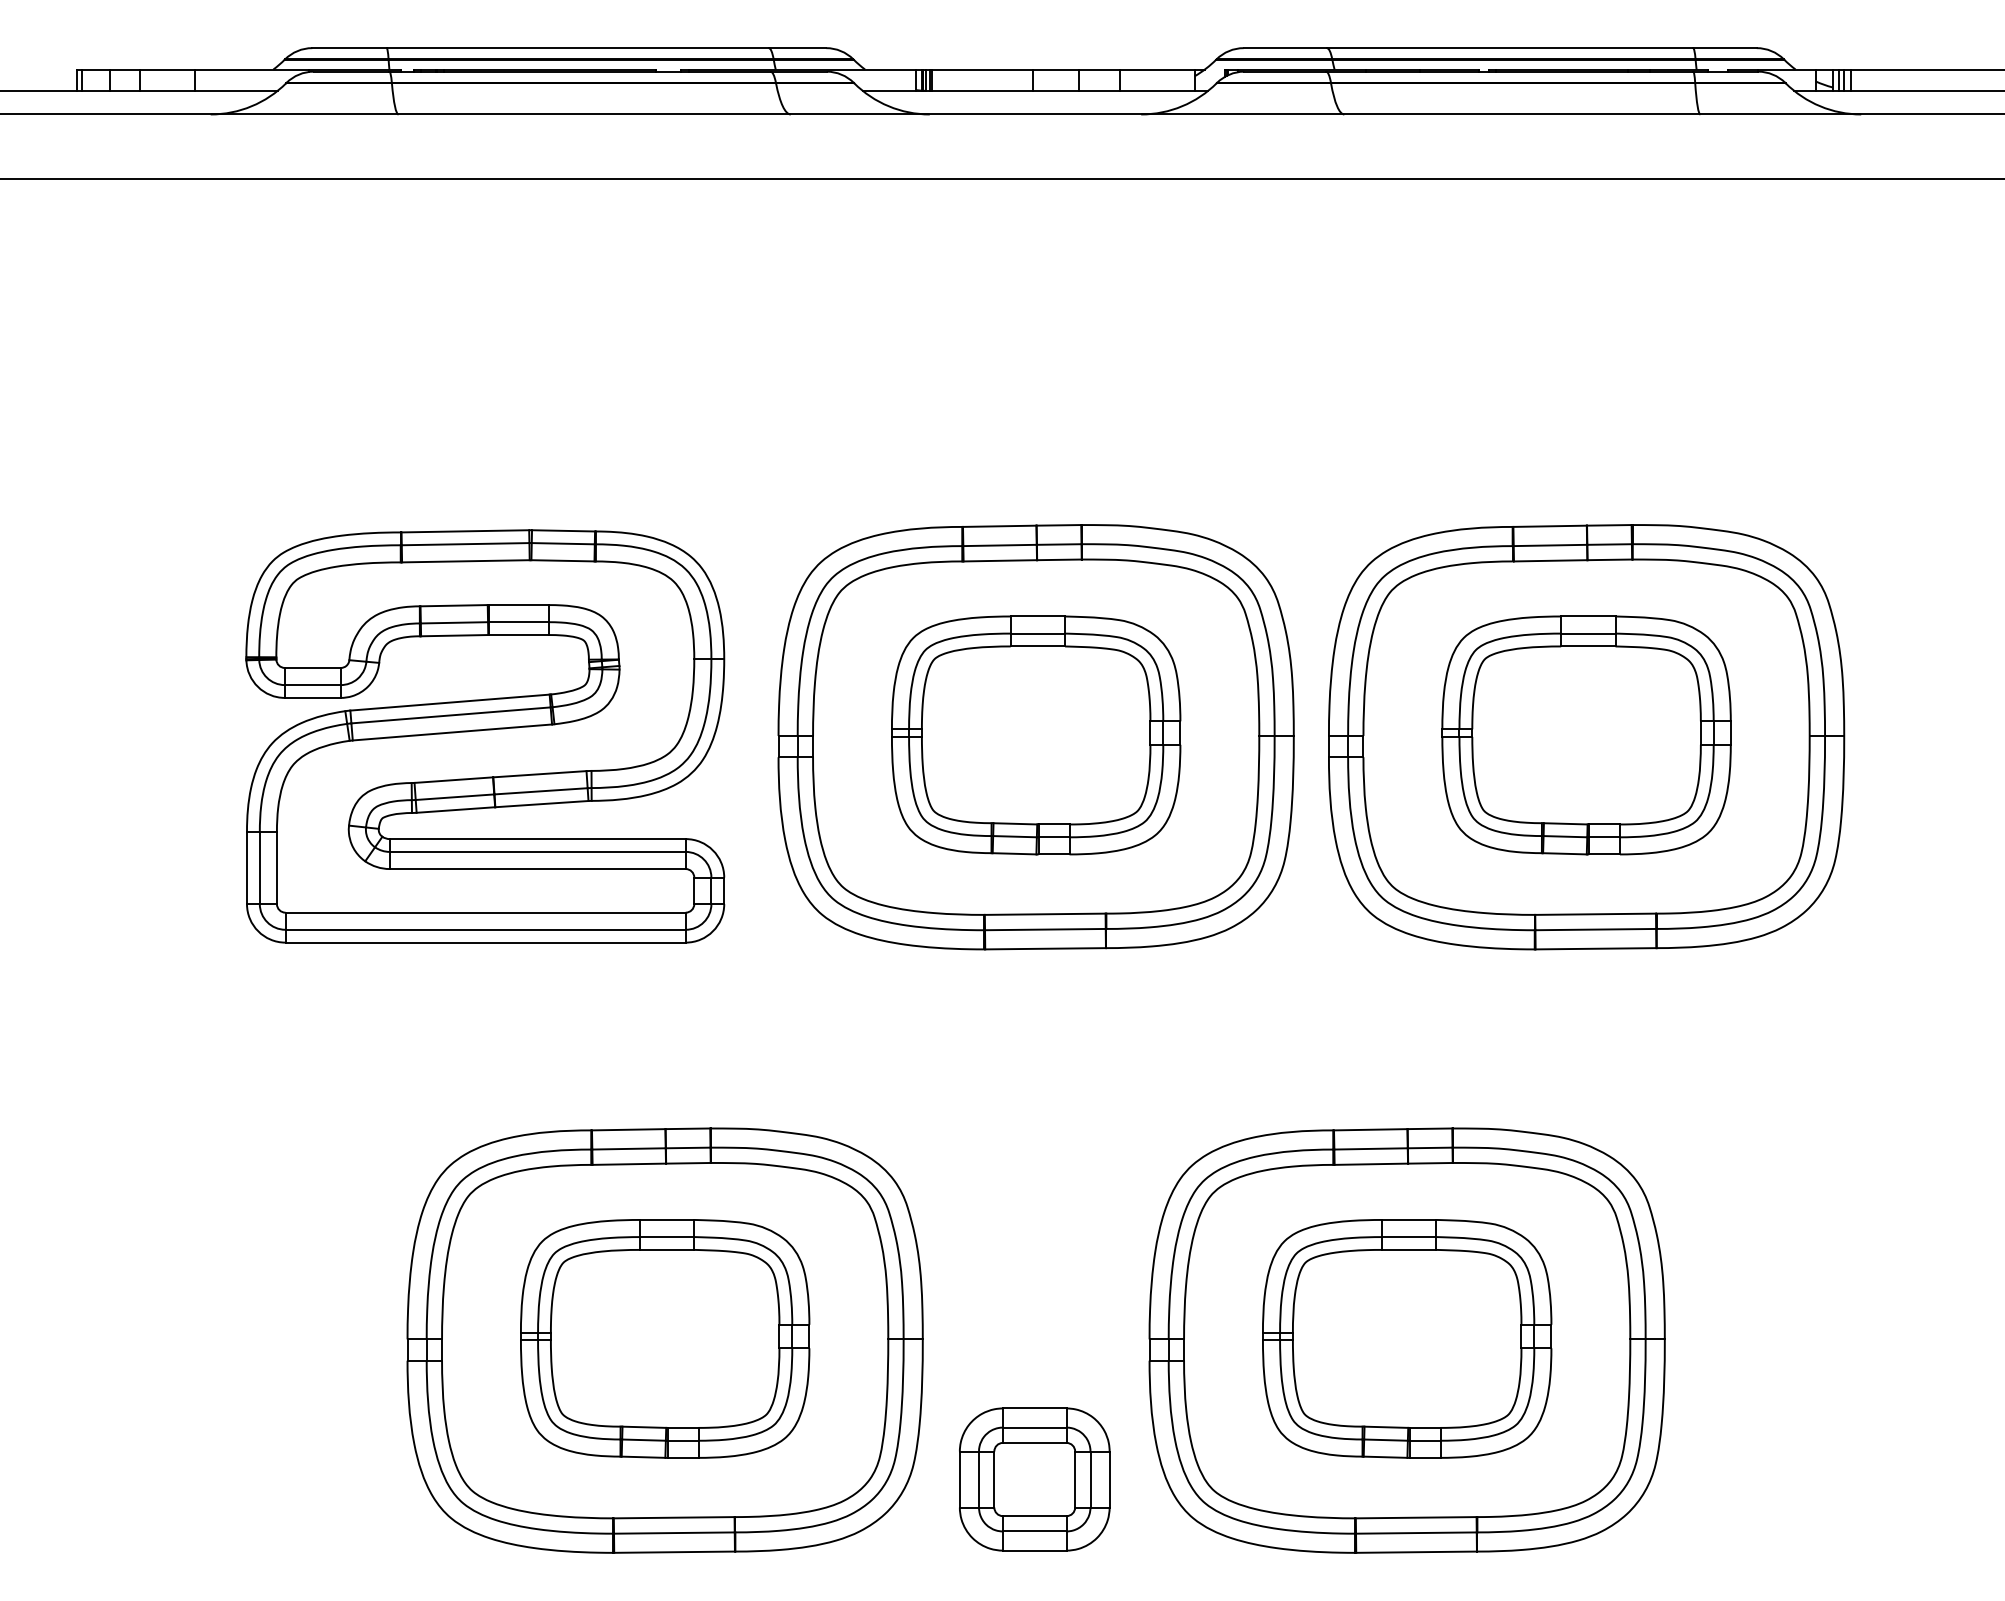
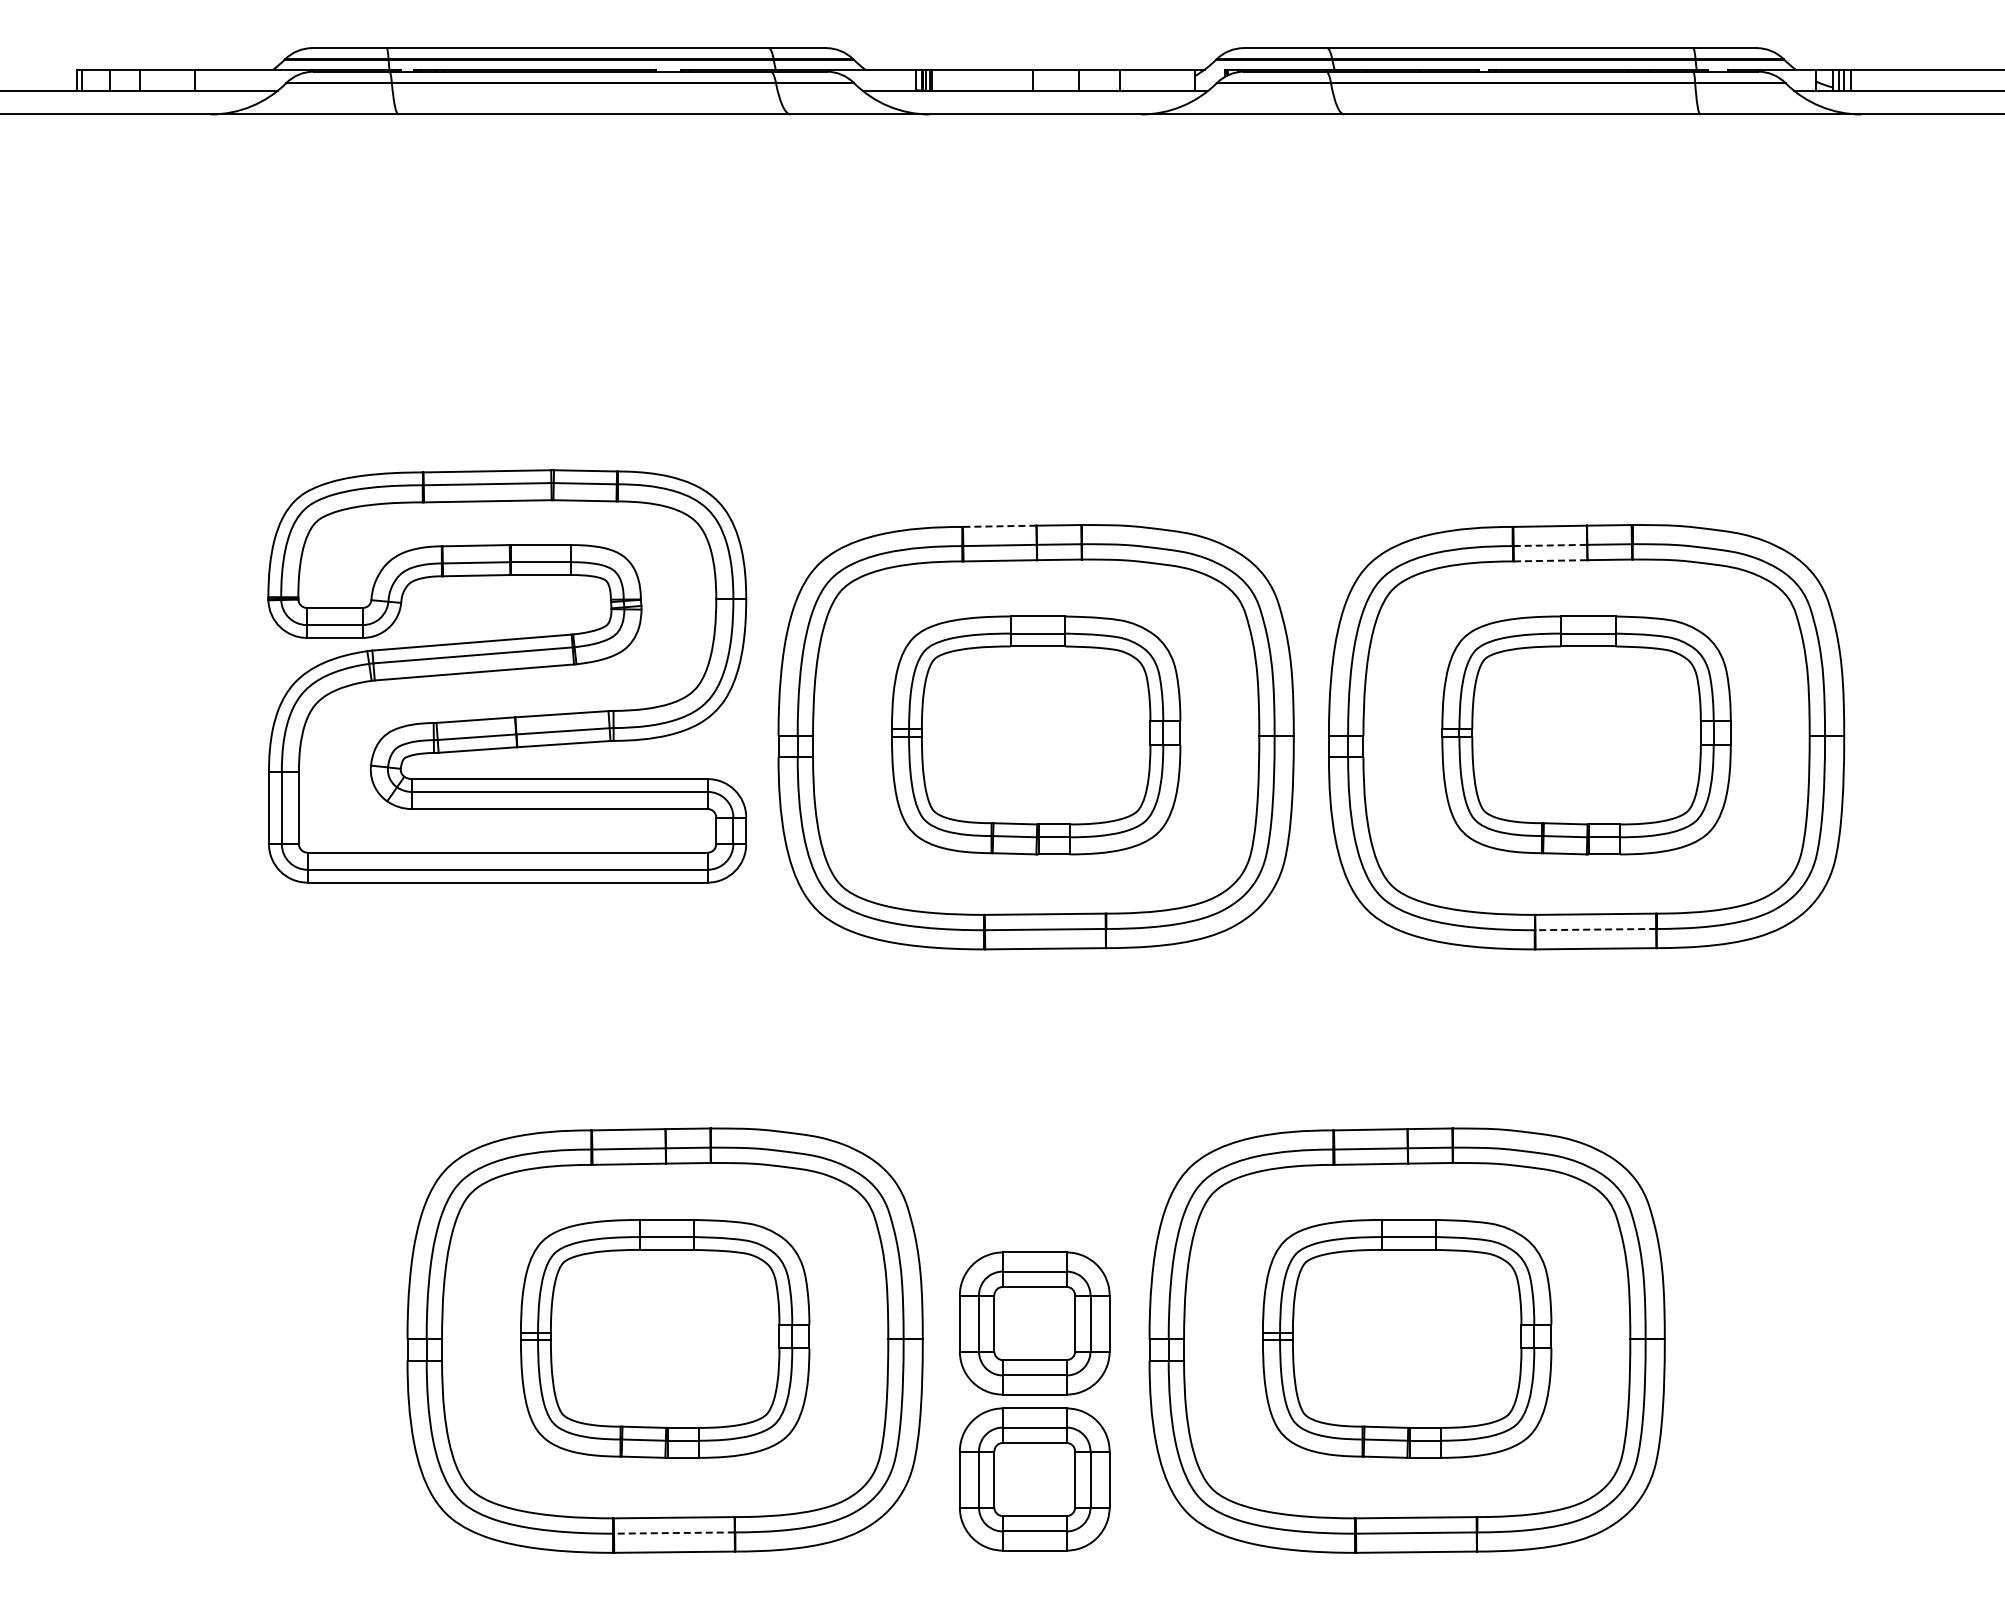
line at (1001, 178): present -> none
line at (999, 526): solid -> dashed
line at (1550, 545): solid -> dashed
line at (1550, 560): solid -> dashed
part at (485, 736) position: (485, 736) -> (507, 676)
line at (1595, 929): solid -> dashed
part at (1034, 1323): none -> present
line at (673, 1533): solid -> dashed
